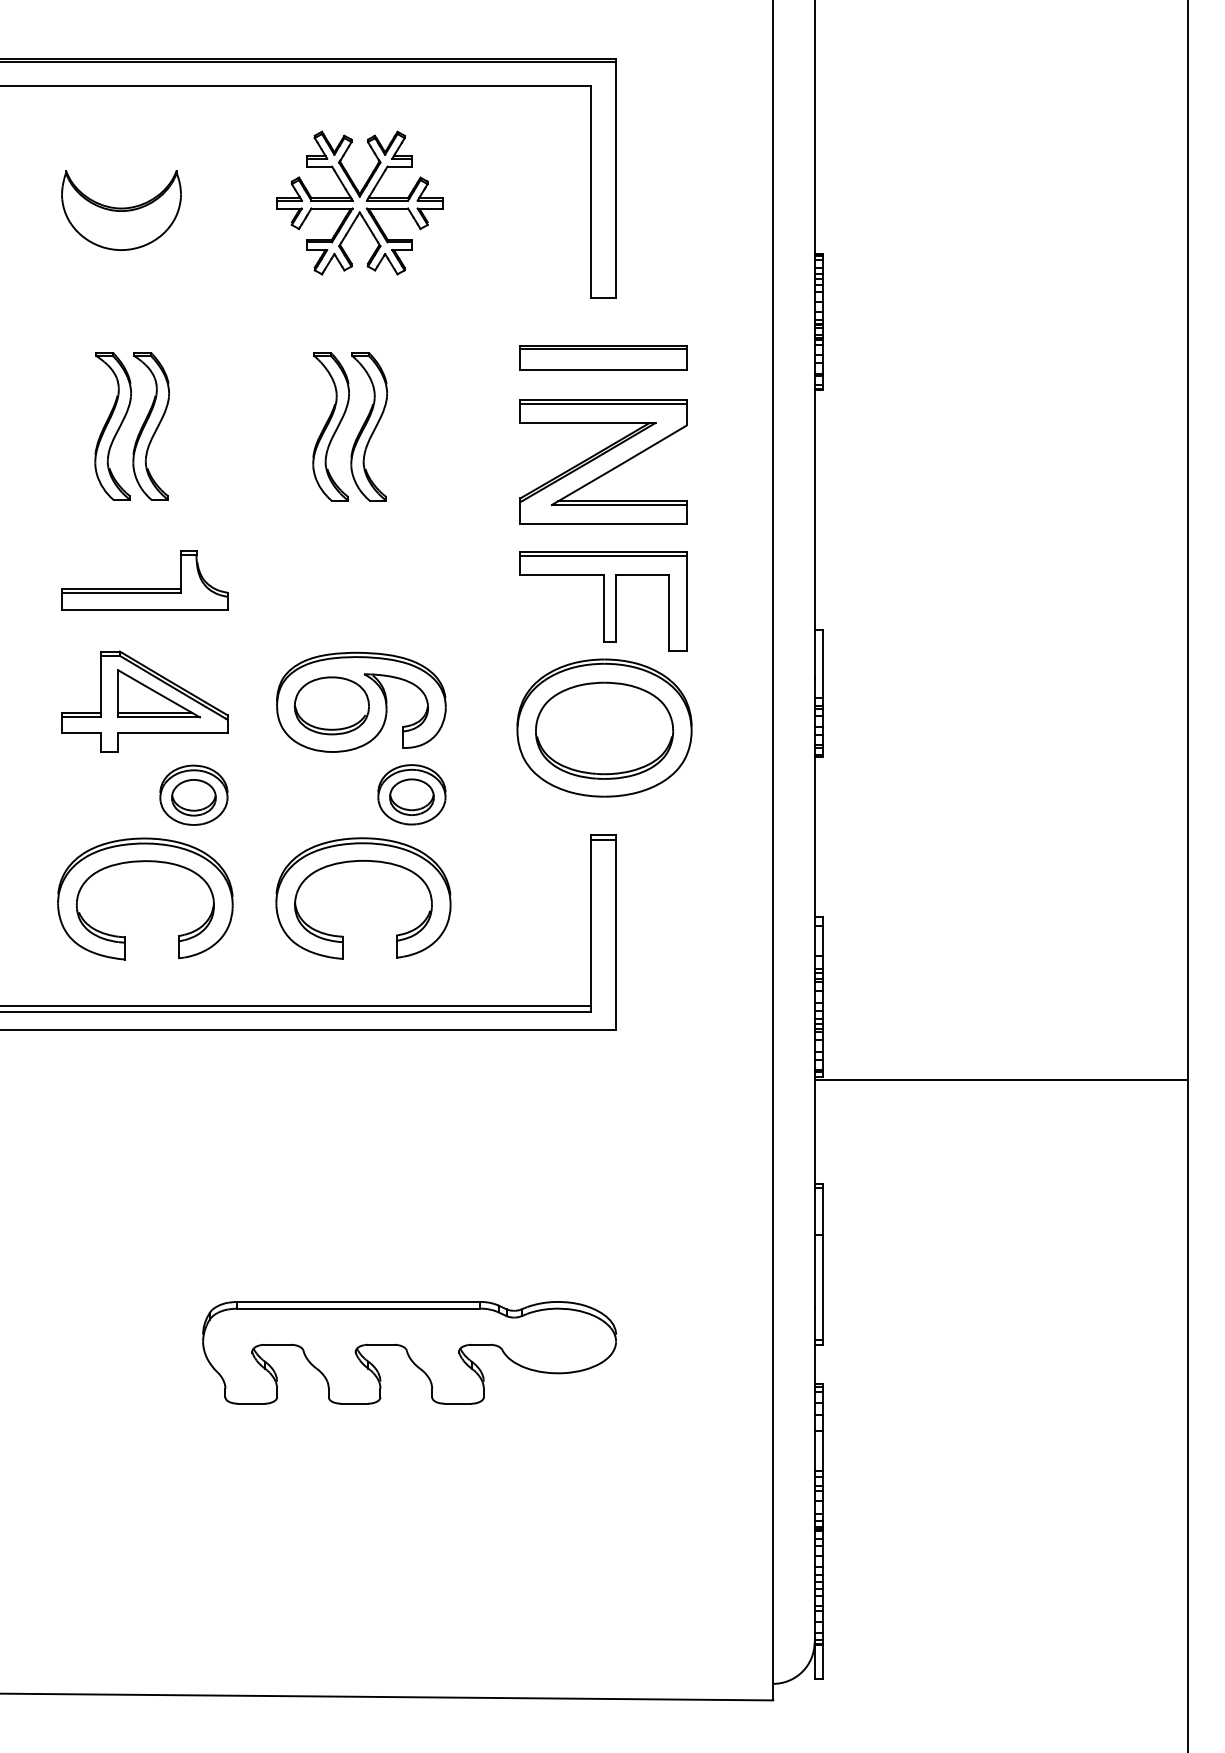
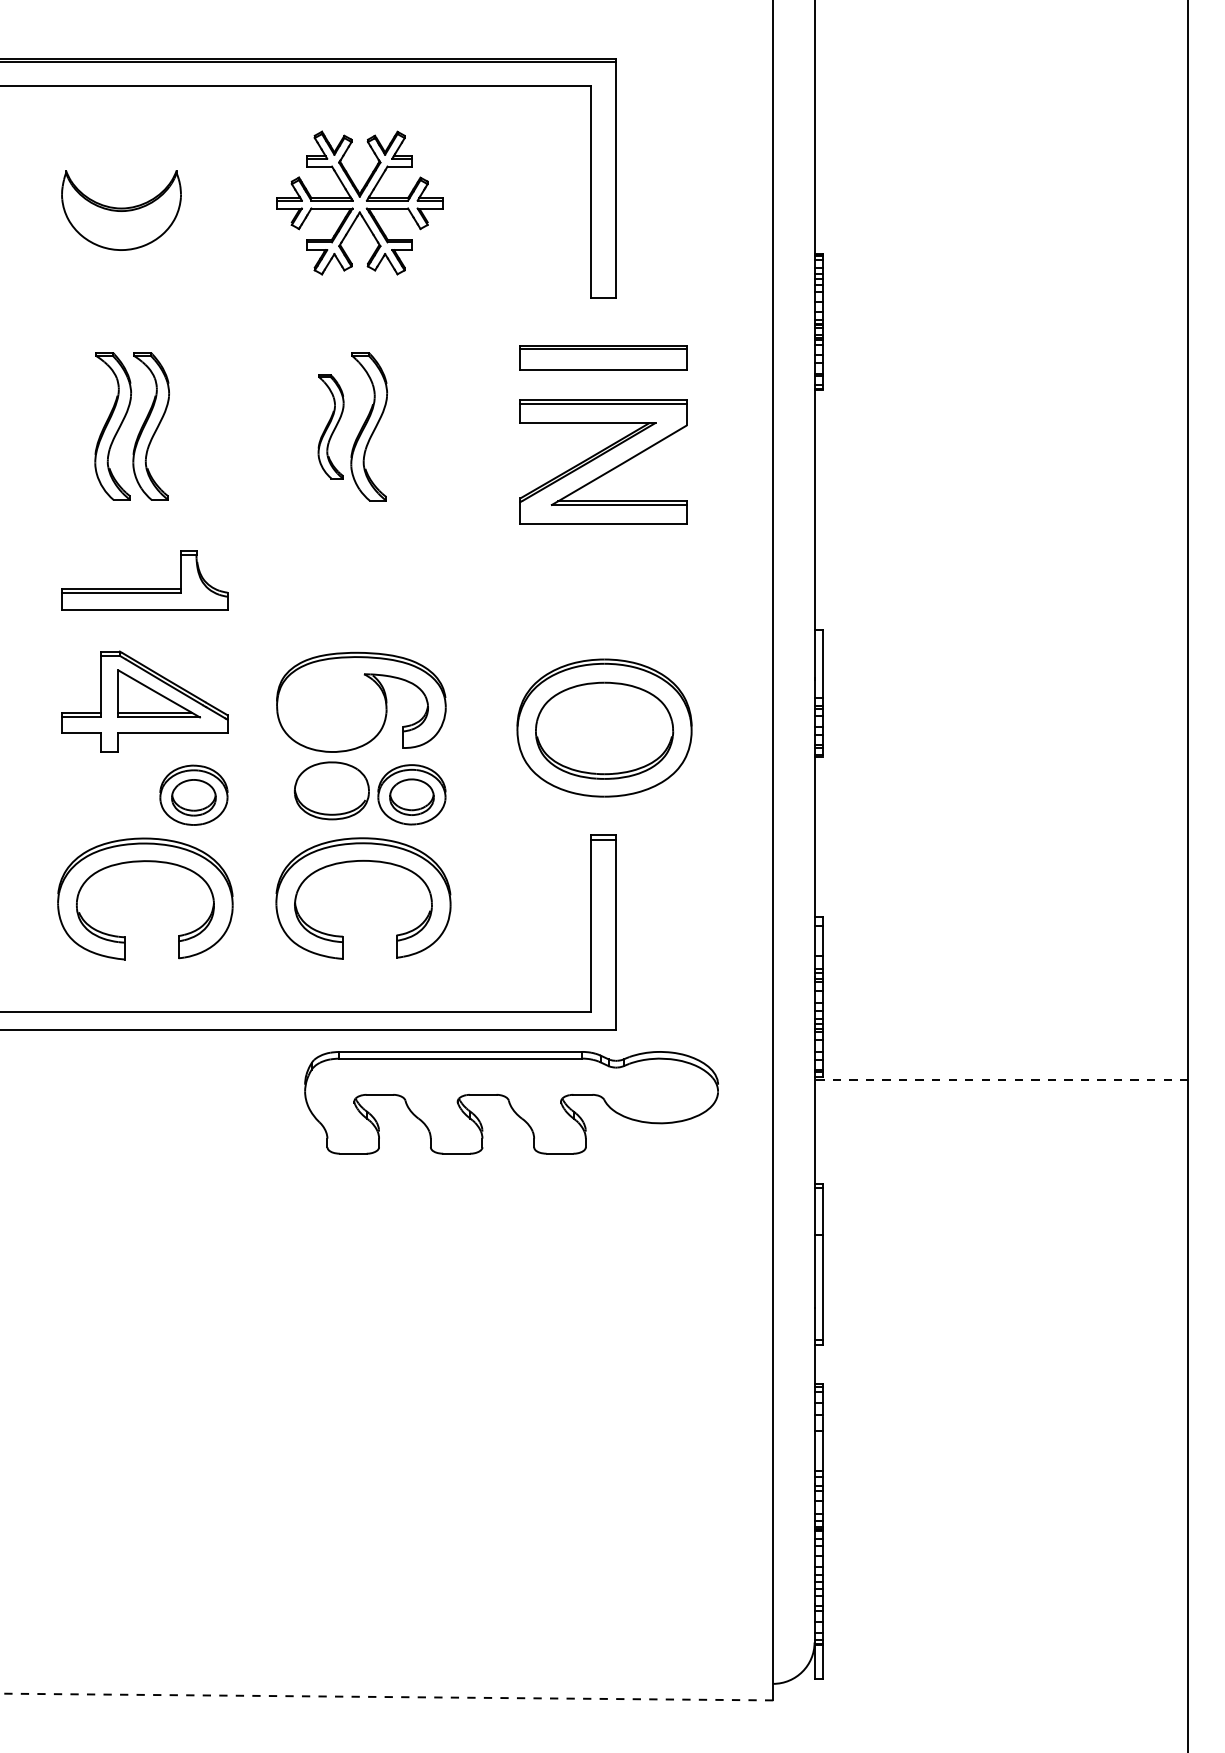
part at (330, 426) size: 38x150 px -> 28x106 px
part at (603, 601): present -> none
part at (331, 705) position: (331, 705) -> (331, 790)
line at (296, 1005): present -> none
line at (1001, 1080): solid -> dashed
part at (409, 1352) position: (409, 1352) -> (511, 1102)
line at (386, 1697): solid -> dashed
